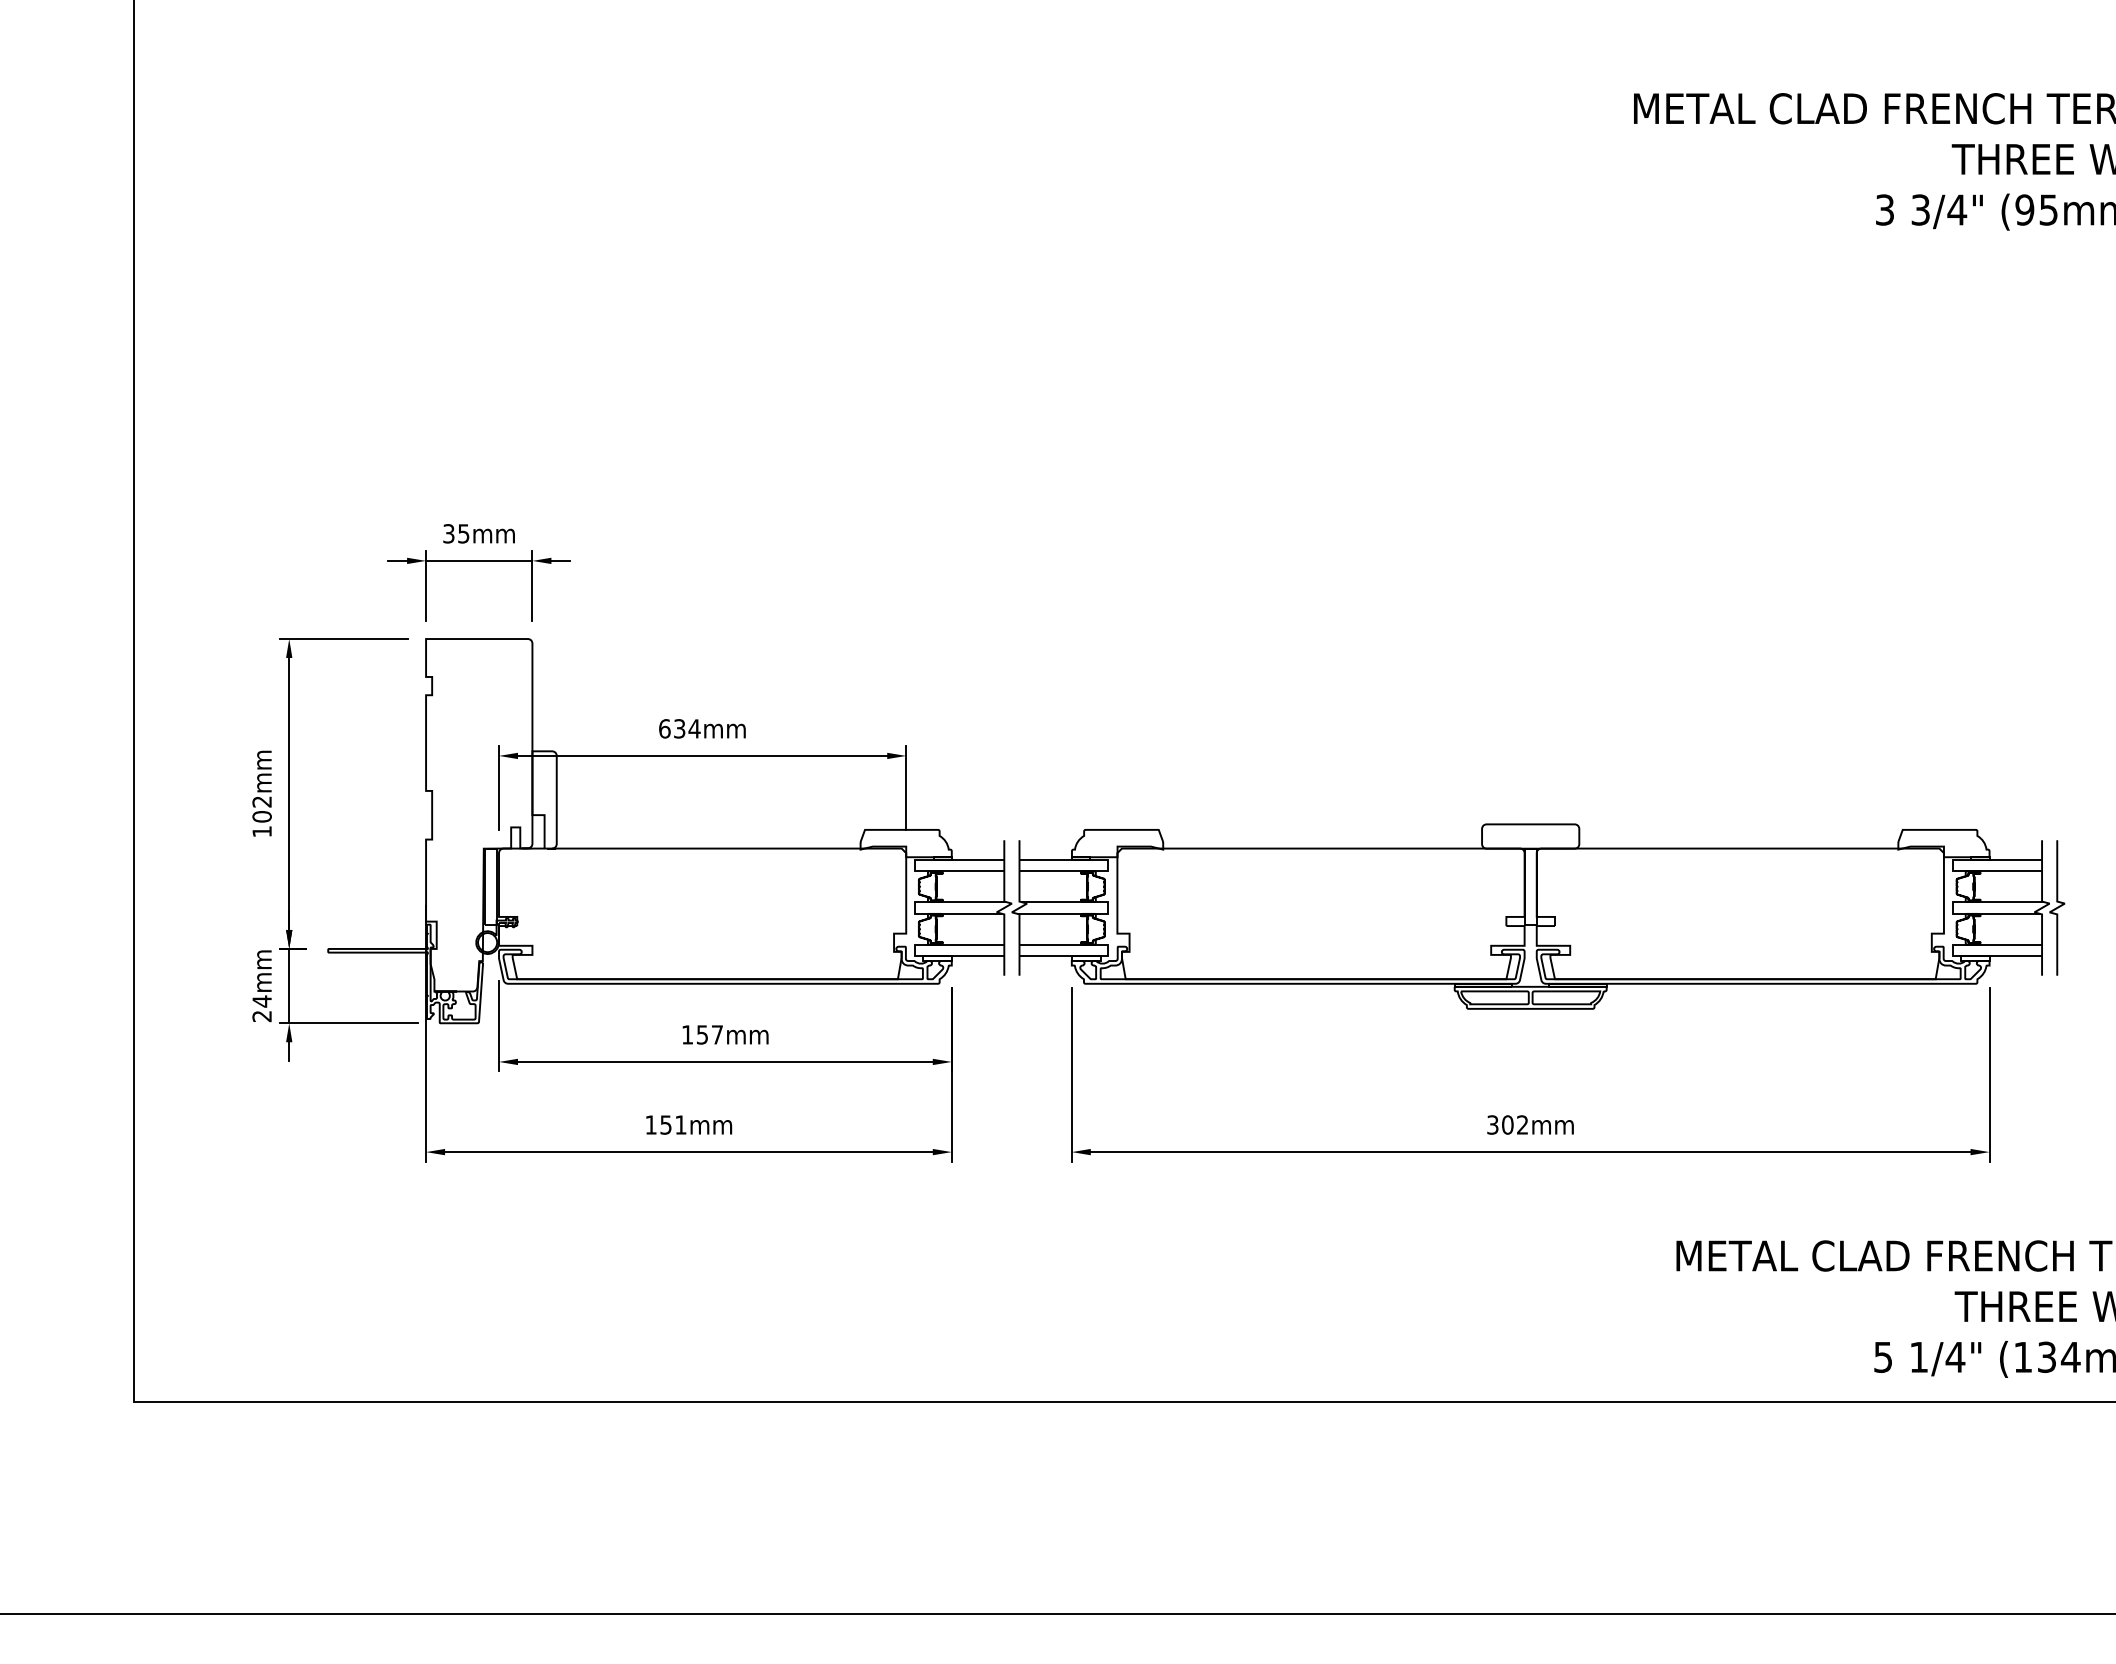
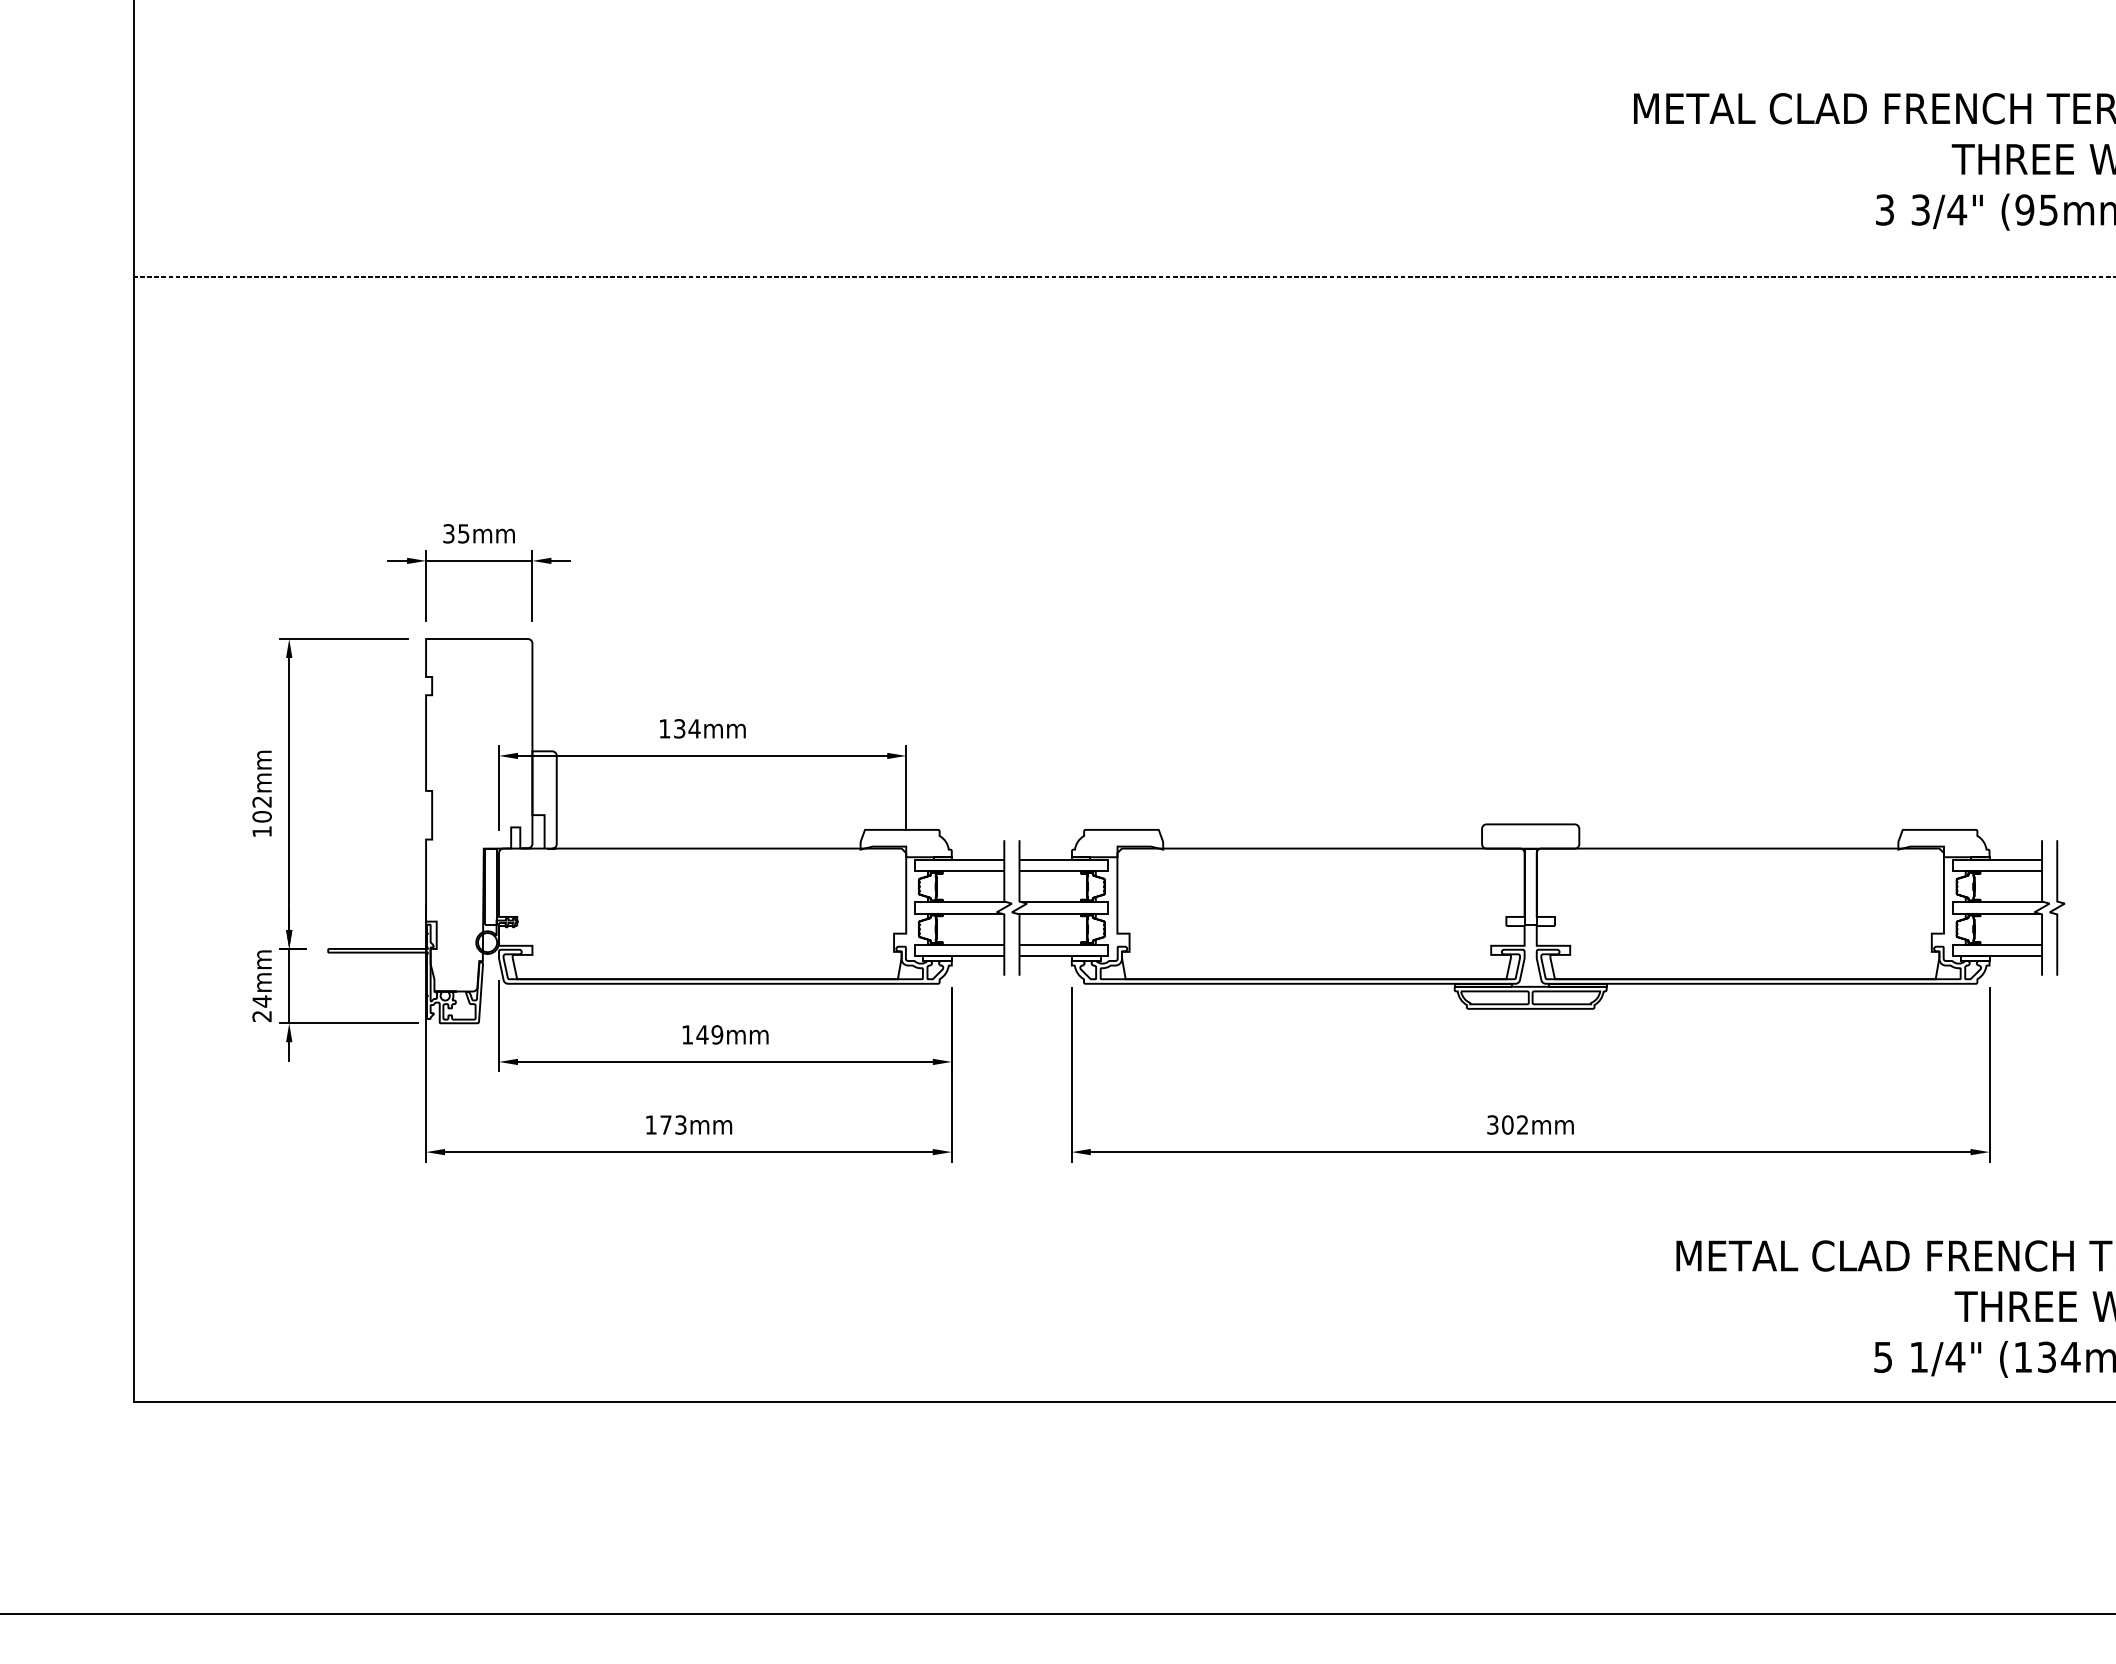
line at (1123, 277): none -> present
text at (664, 728): 634mm -> 134mm
text at (709, 1034): 157mm -> 149mm
text at (673, 1124): 151mm -> 173mm
